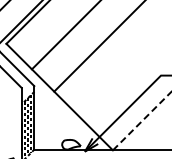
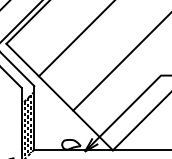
line at (64, 35) position: (64, 35) -> (75, 39)
line at (98, 46) position: (98, 46) -> (120, 62)
line at (142, 120): dashed -> solid
